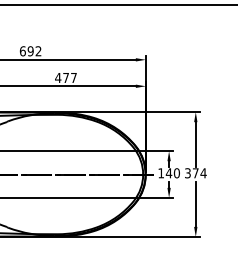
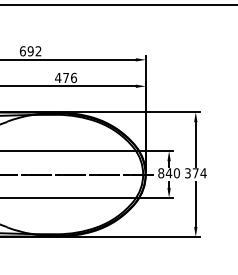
text at (74, 77): 477 -> 476
text at (161, 173): 140 -> 840
